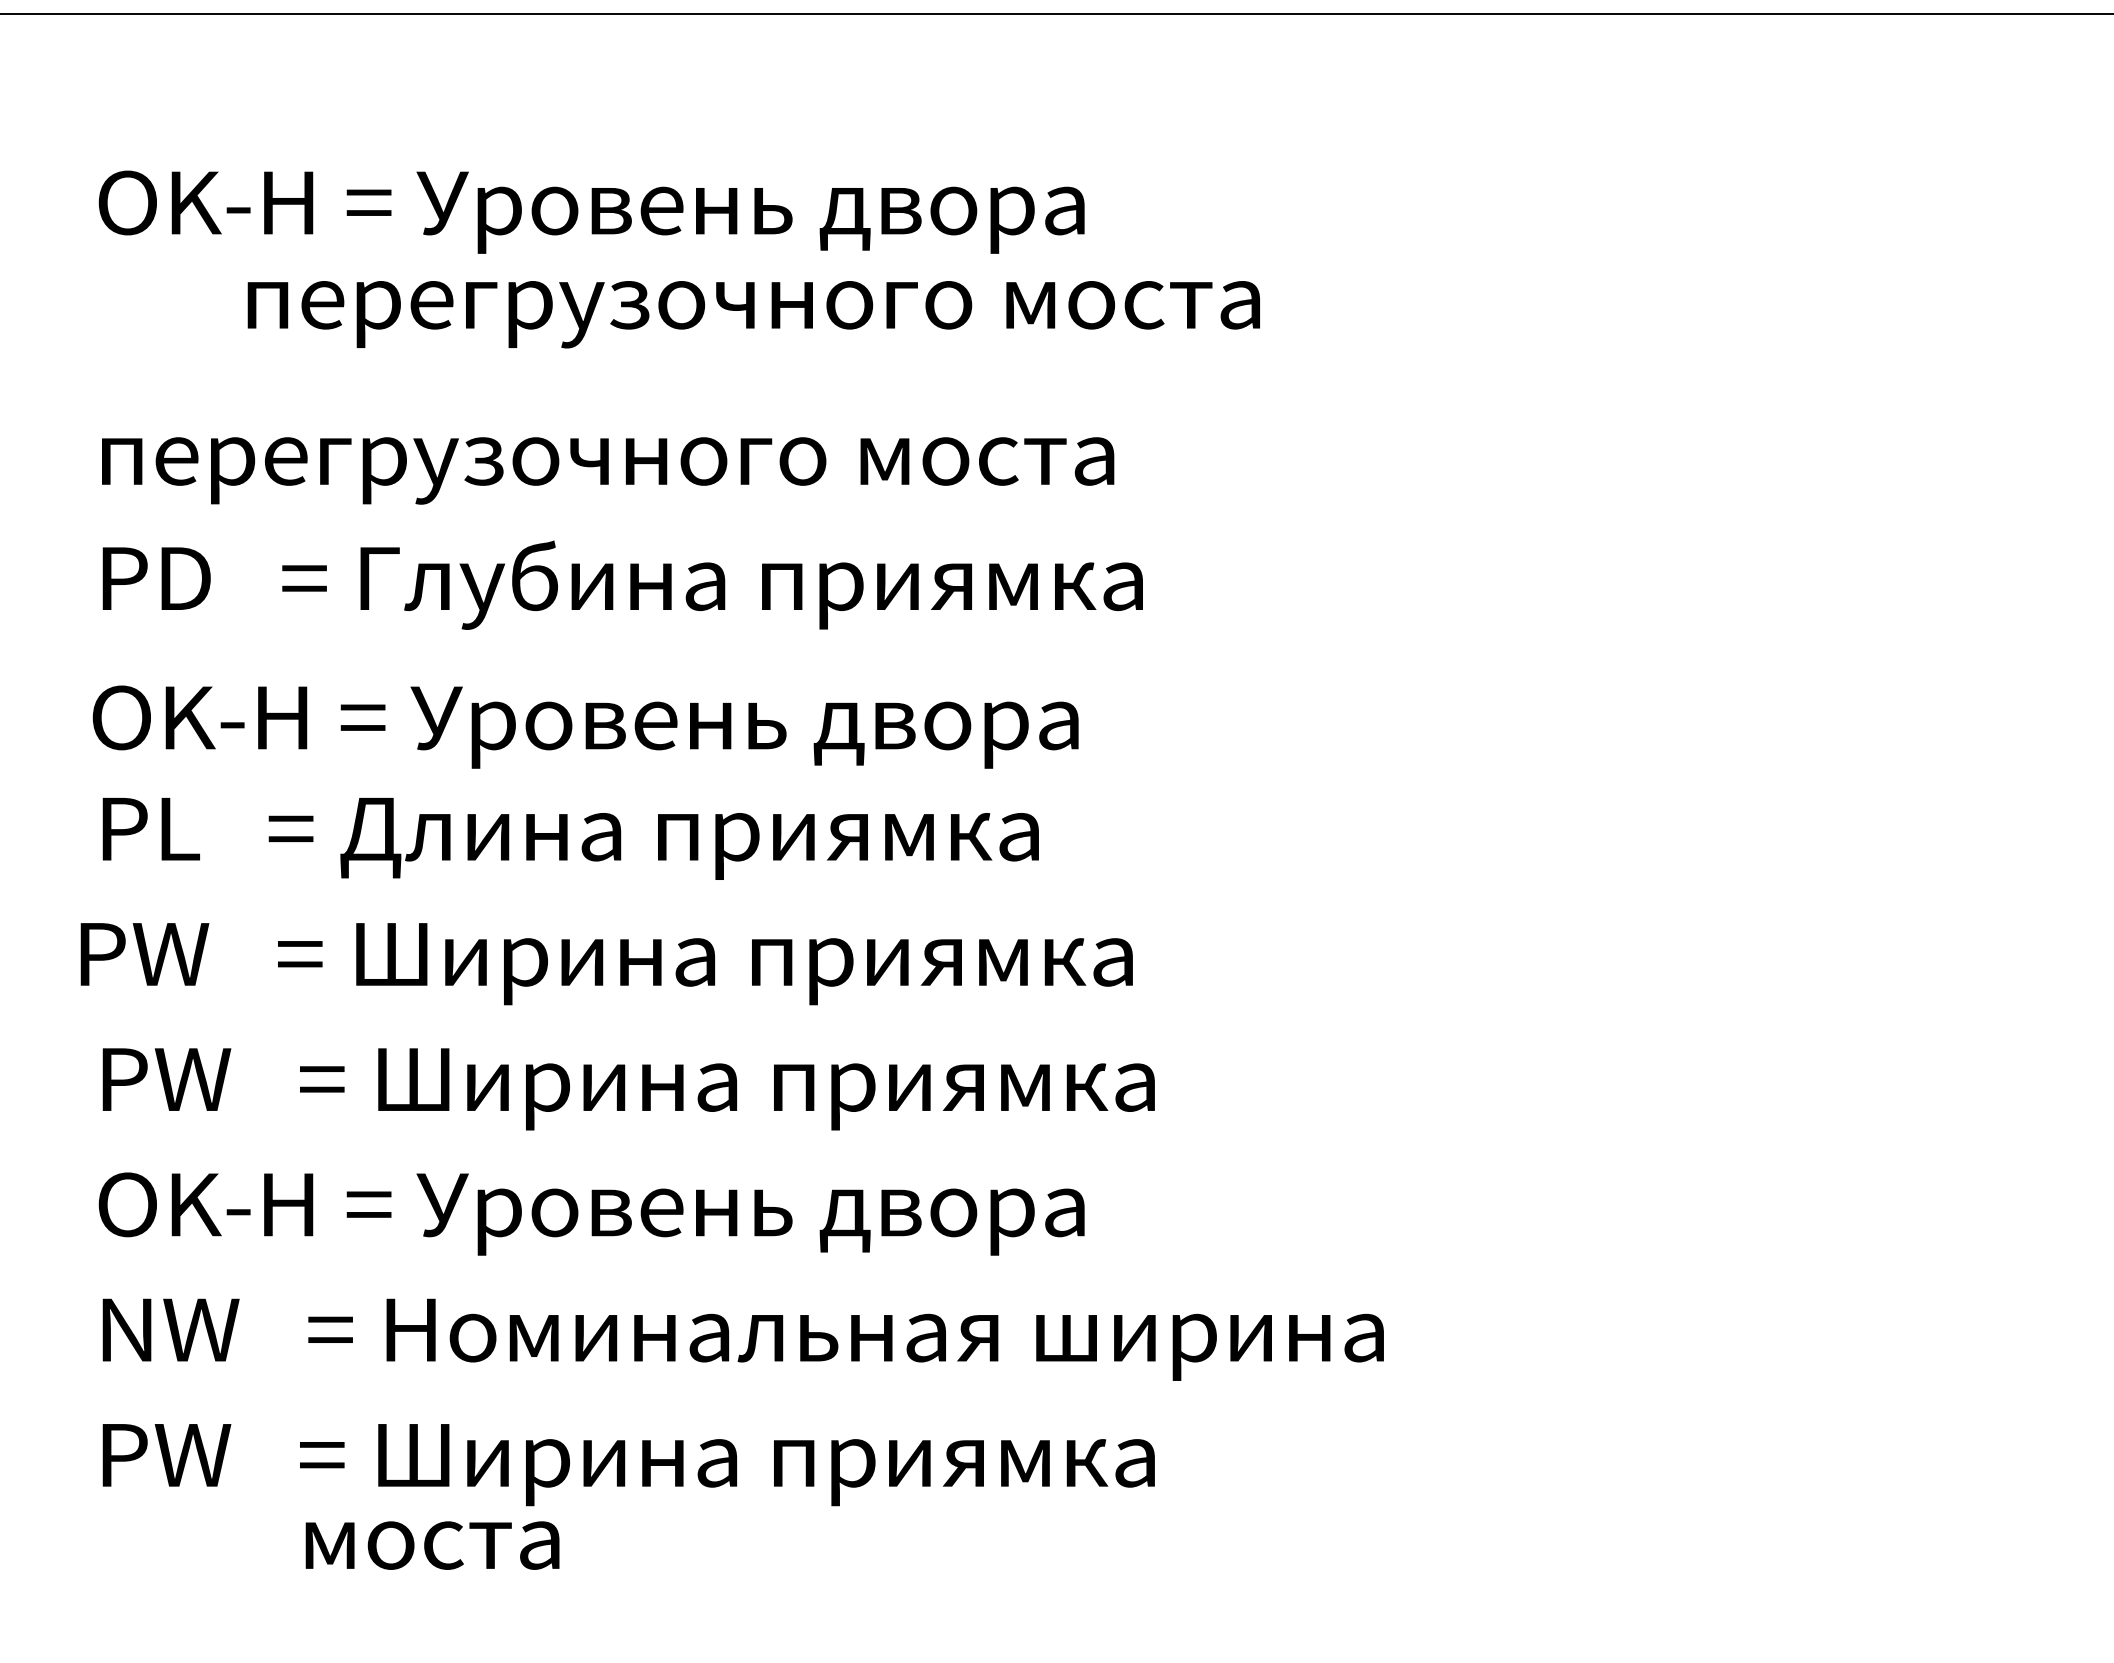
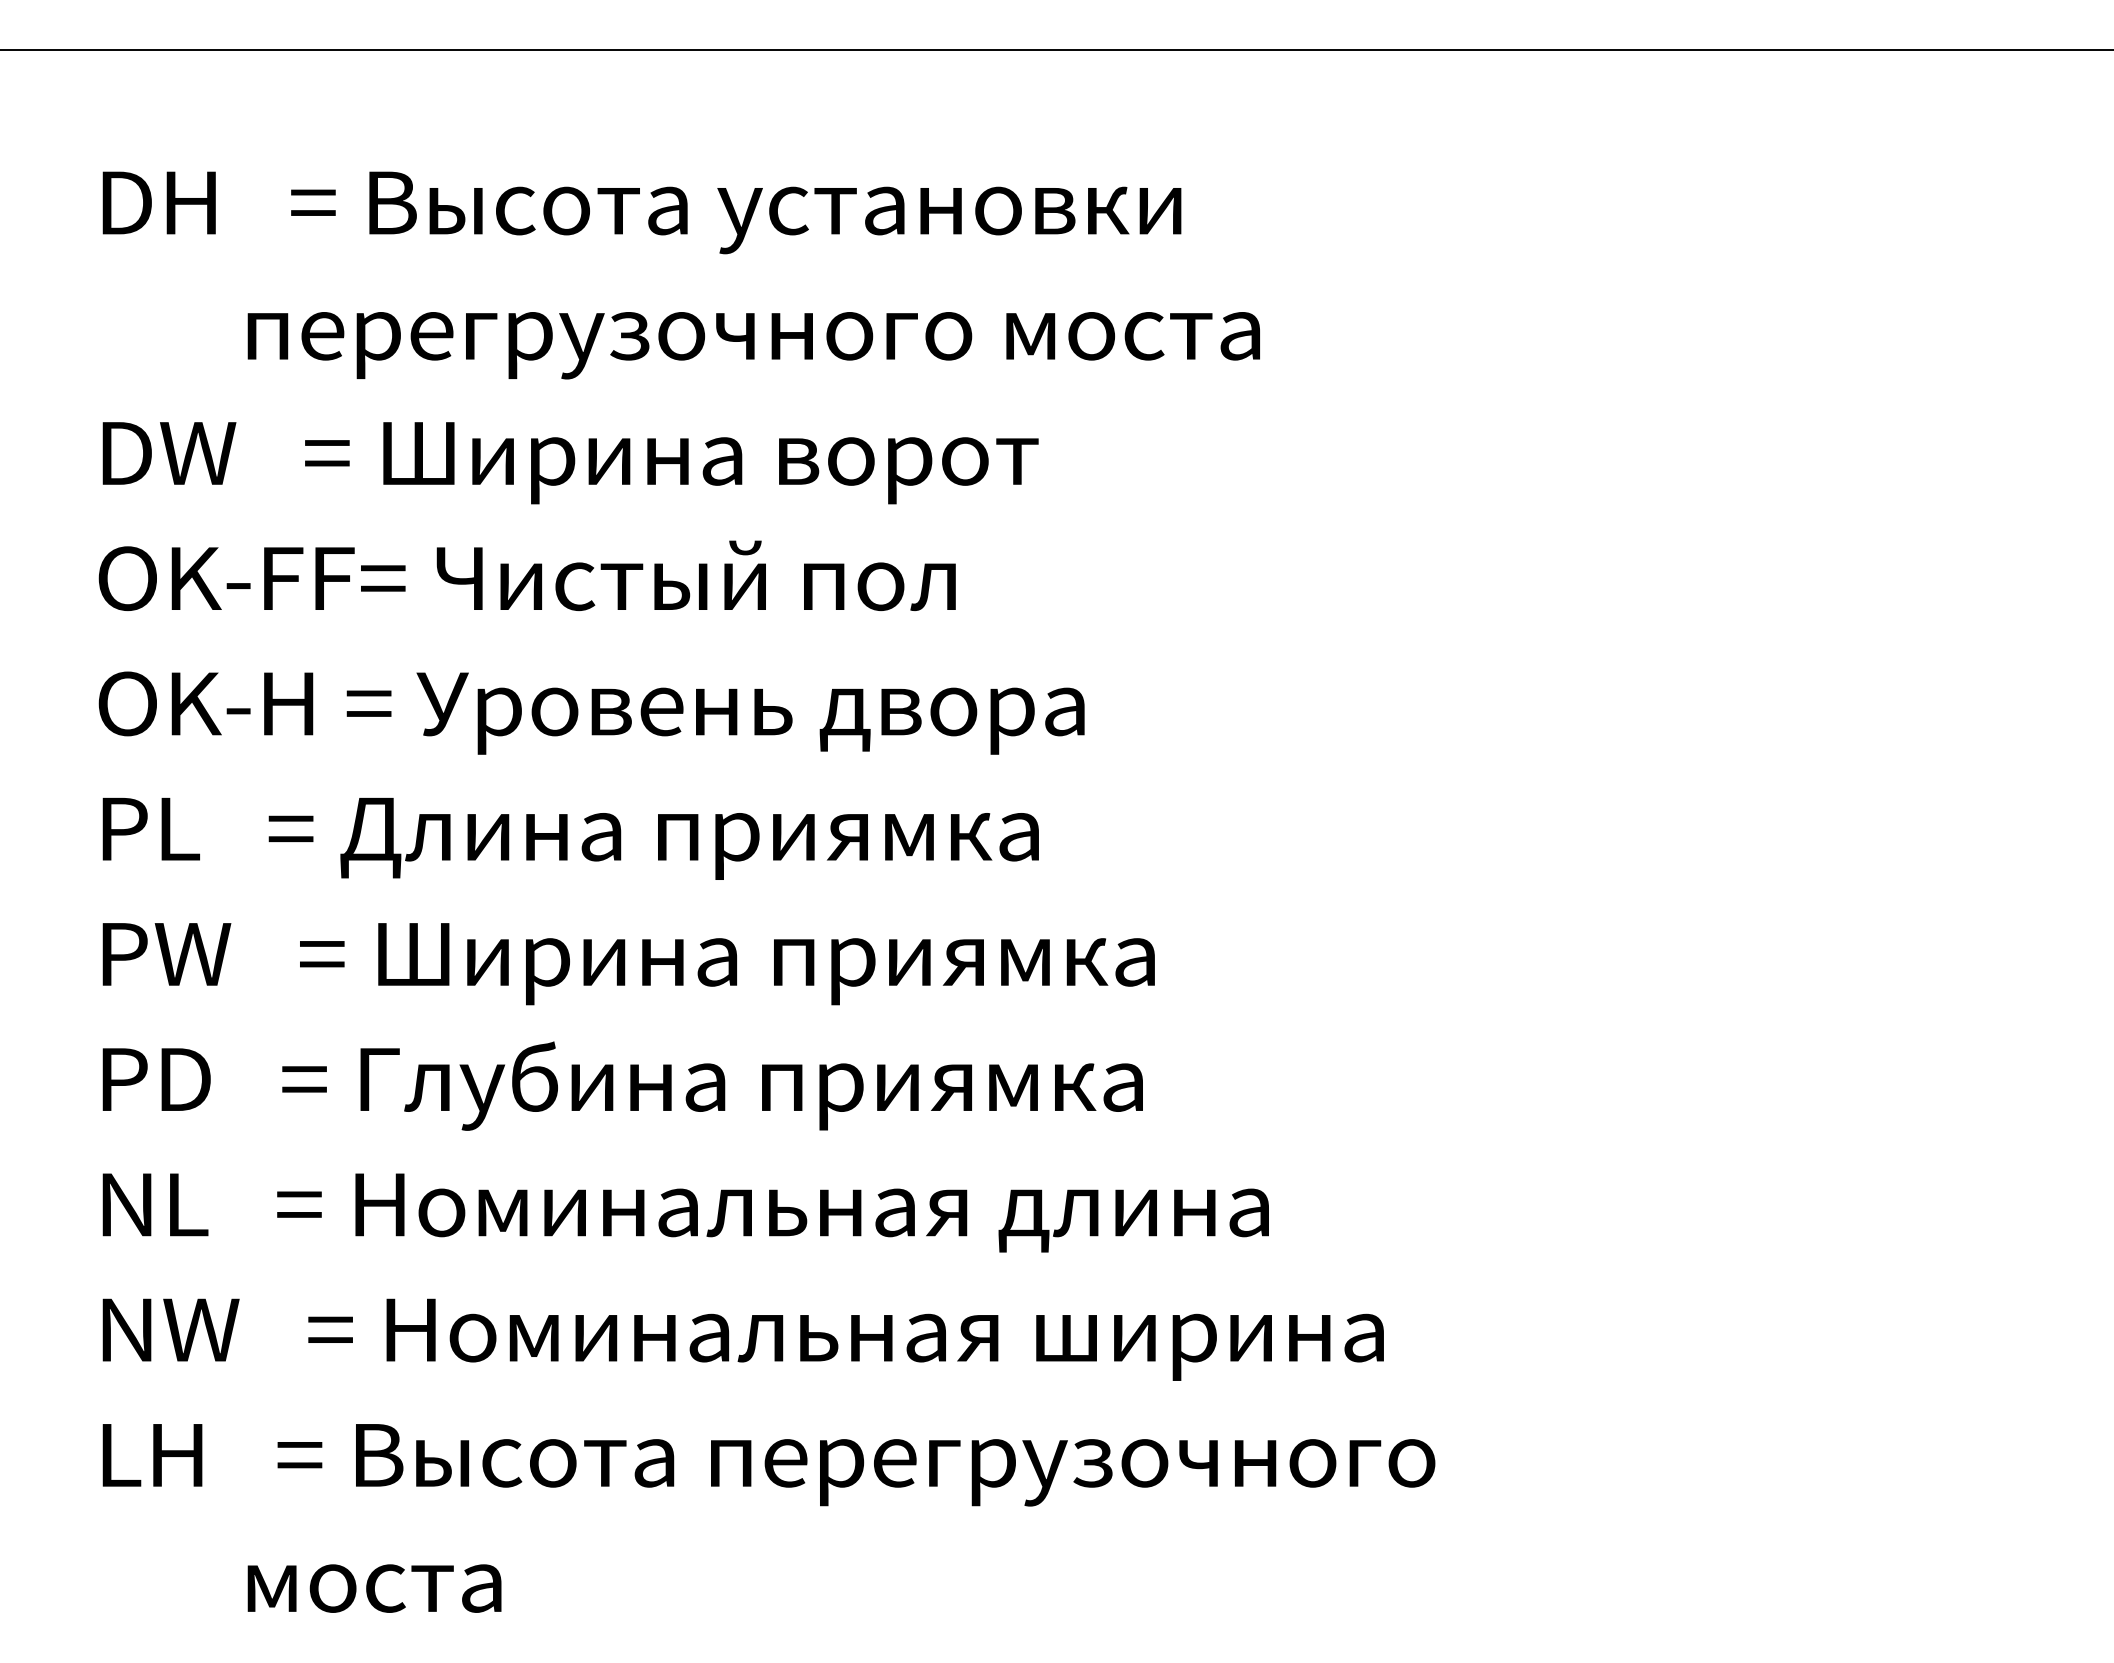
line at (1056, 14) position: (1056, 14) -> (1056, 50)
text at (639, 212): OK-H = Уровень двора -> DH   = Высота установки
text at (753, 314) position: (753, 314) -> (753, 345)
text at (608, 463): перегрузочного моста -> DW   = Ширина ворот
text at (620, 584): PD   = Глубина приямка -> OK-FF= Чистый пол
text at (585, 726) position: (585, 726) -> (591, 712)
text at (606, 964) position: (606, 964) -> (628, 964)
text at (654, 1085): PW   = Ширина приямка -> PD   = Глубина приямка
text at (683, 1213): OK-H = Уровень двора -> NL   = Номинальная длина
text at (773, 1465): PW   = Ширина приямка -> LH   = Высота перегрузочного
text at (432, 1545) position: (432, 1545) -> (374, 1588)
